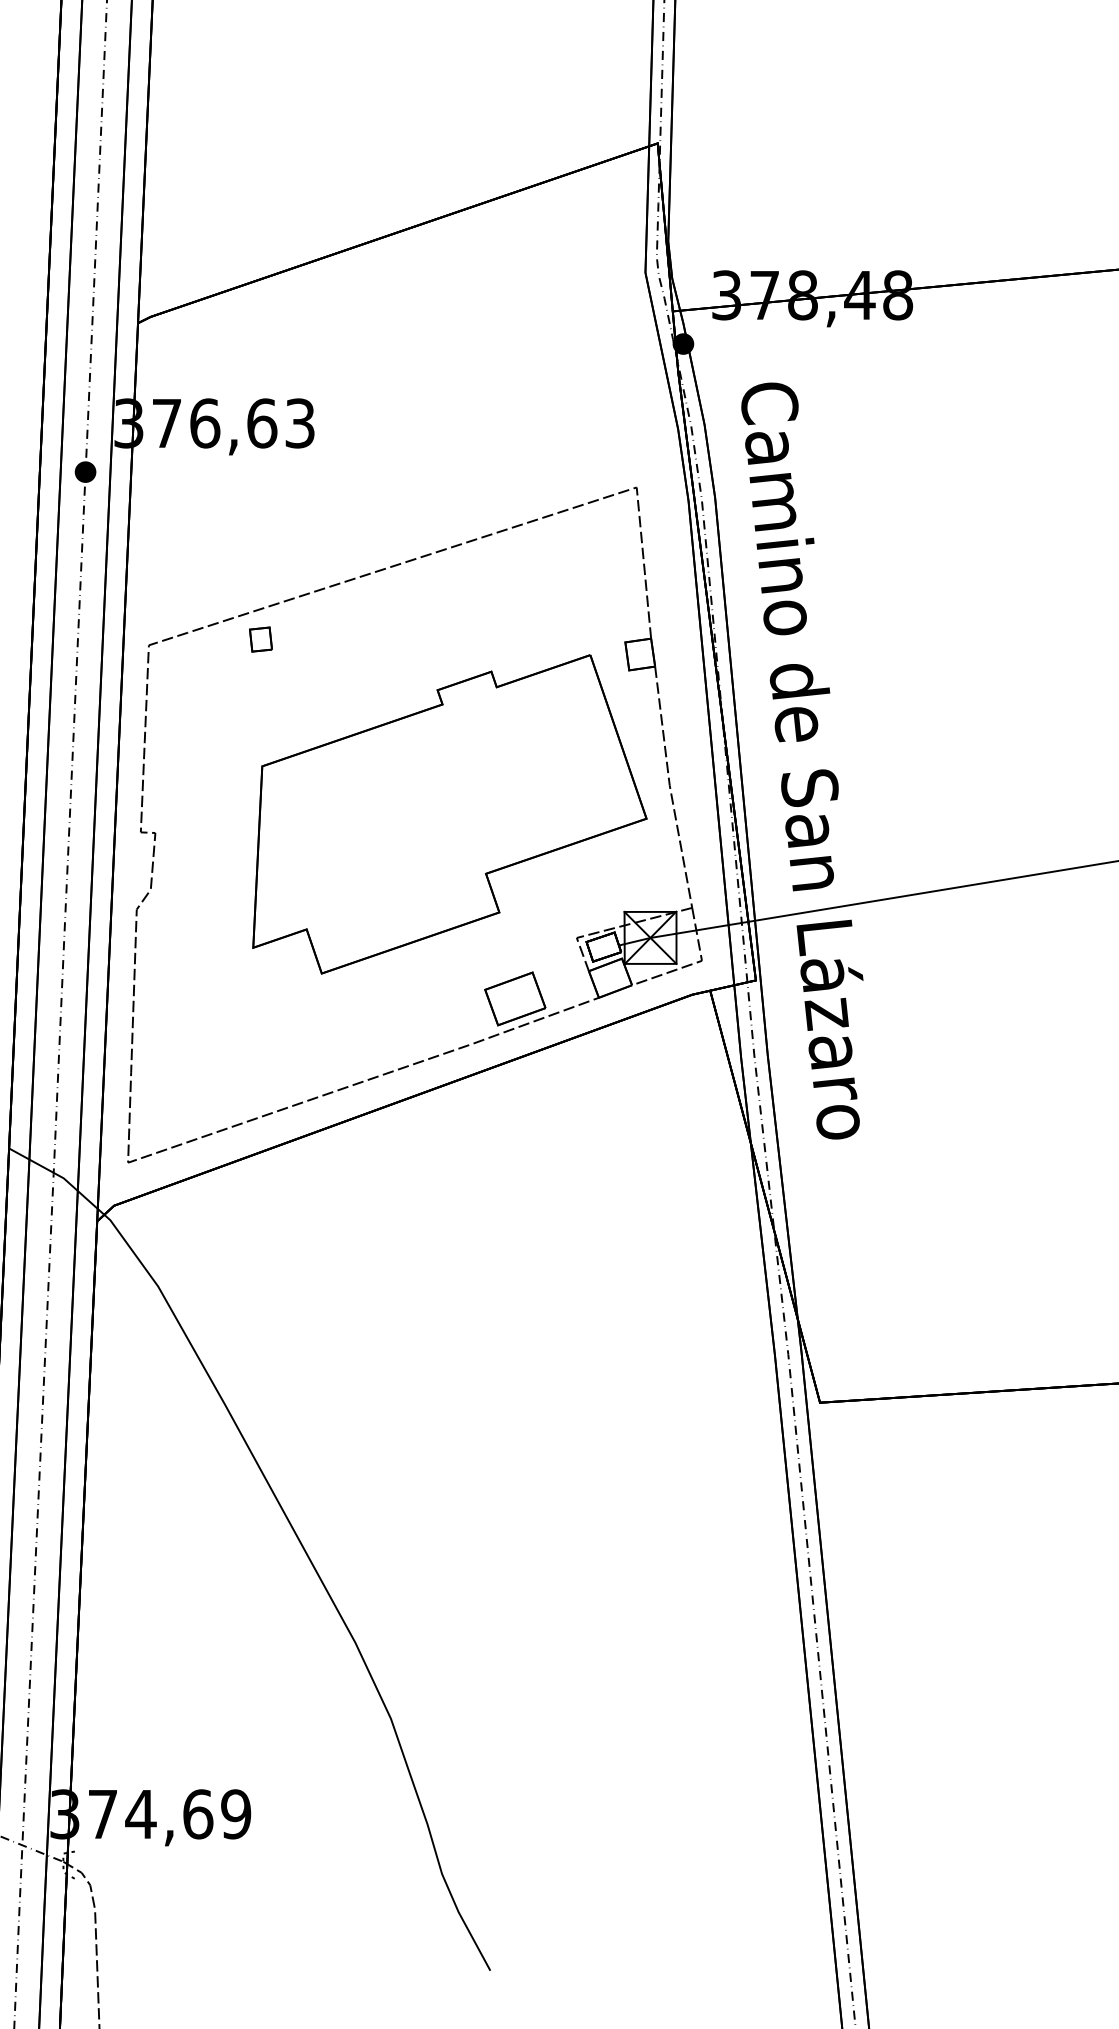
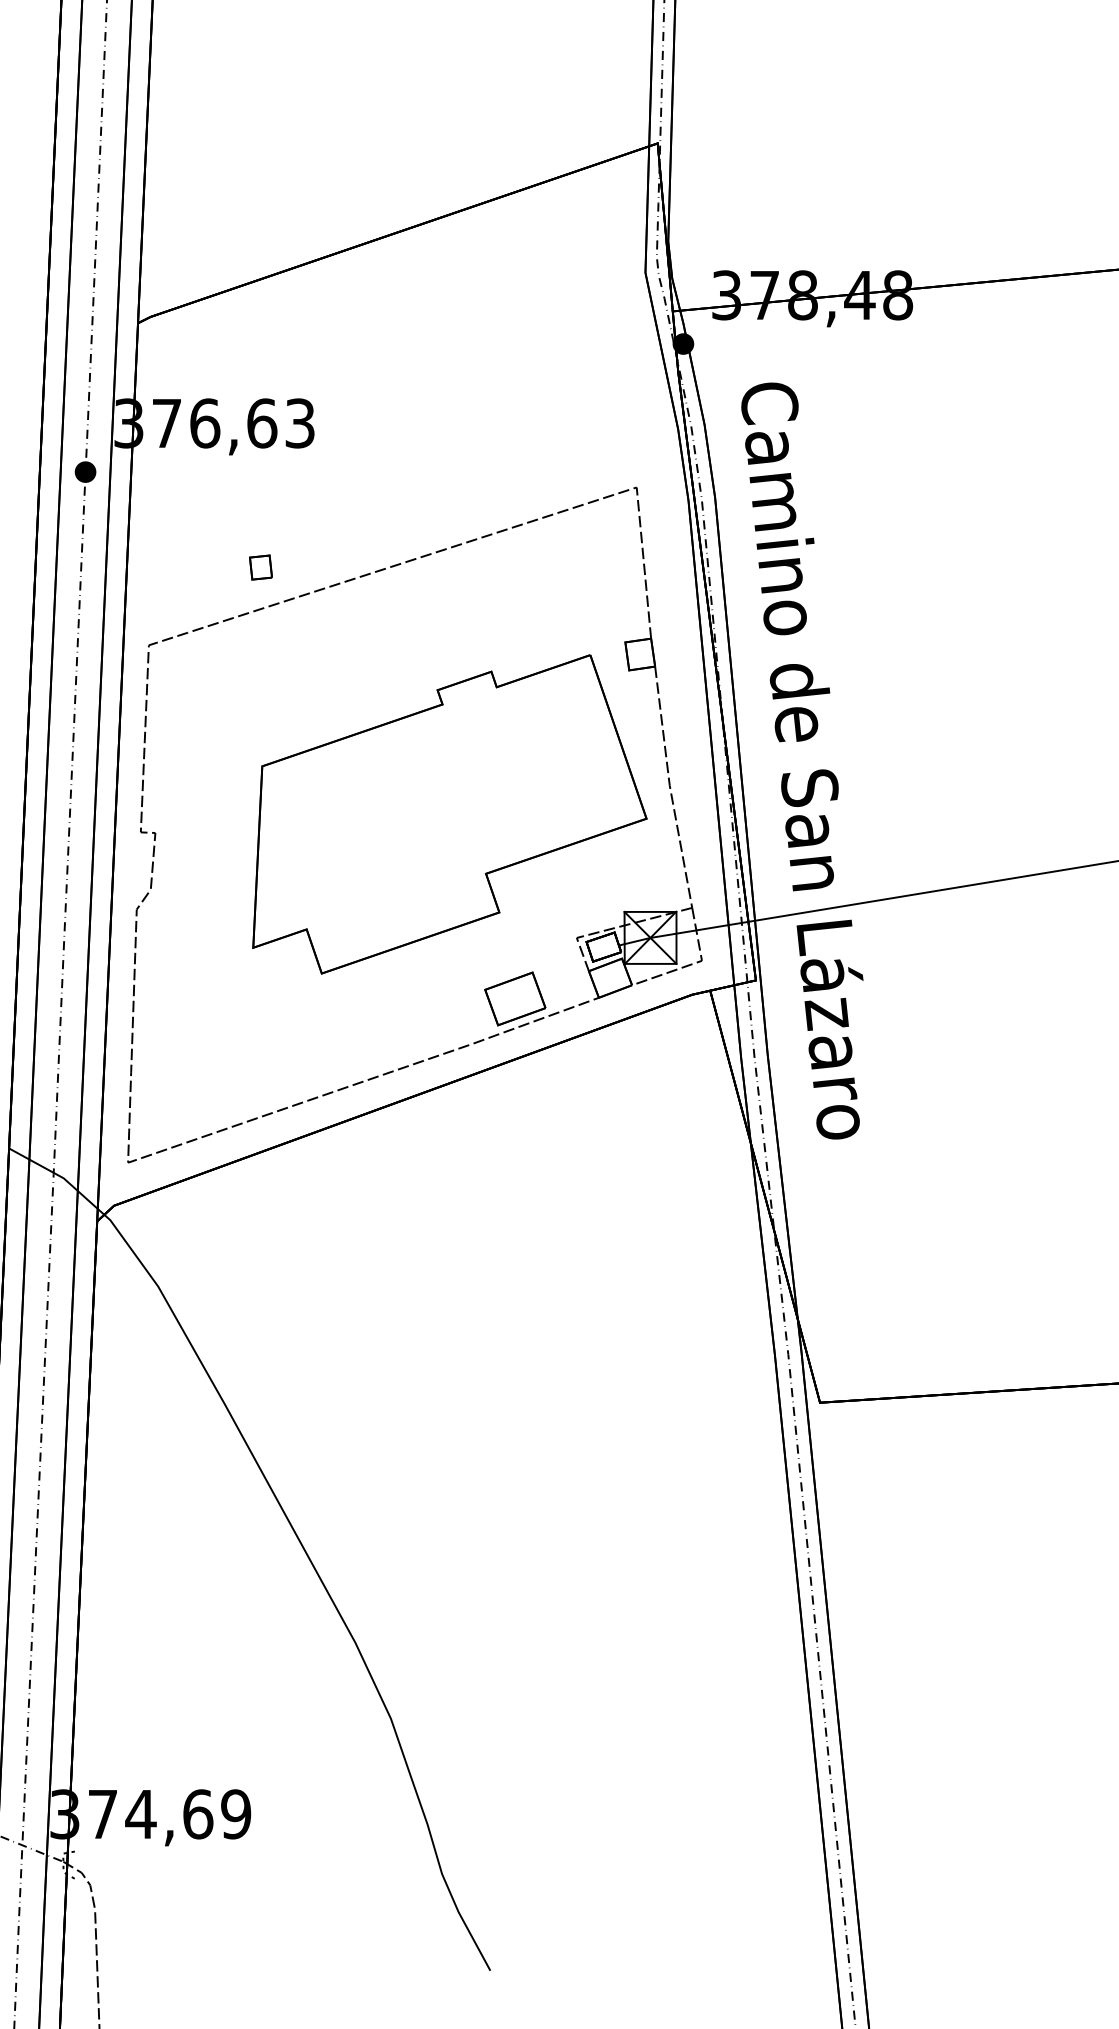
part at (260, 639) position: (260, 639) -> (260, 567)
